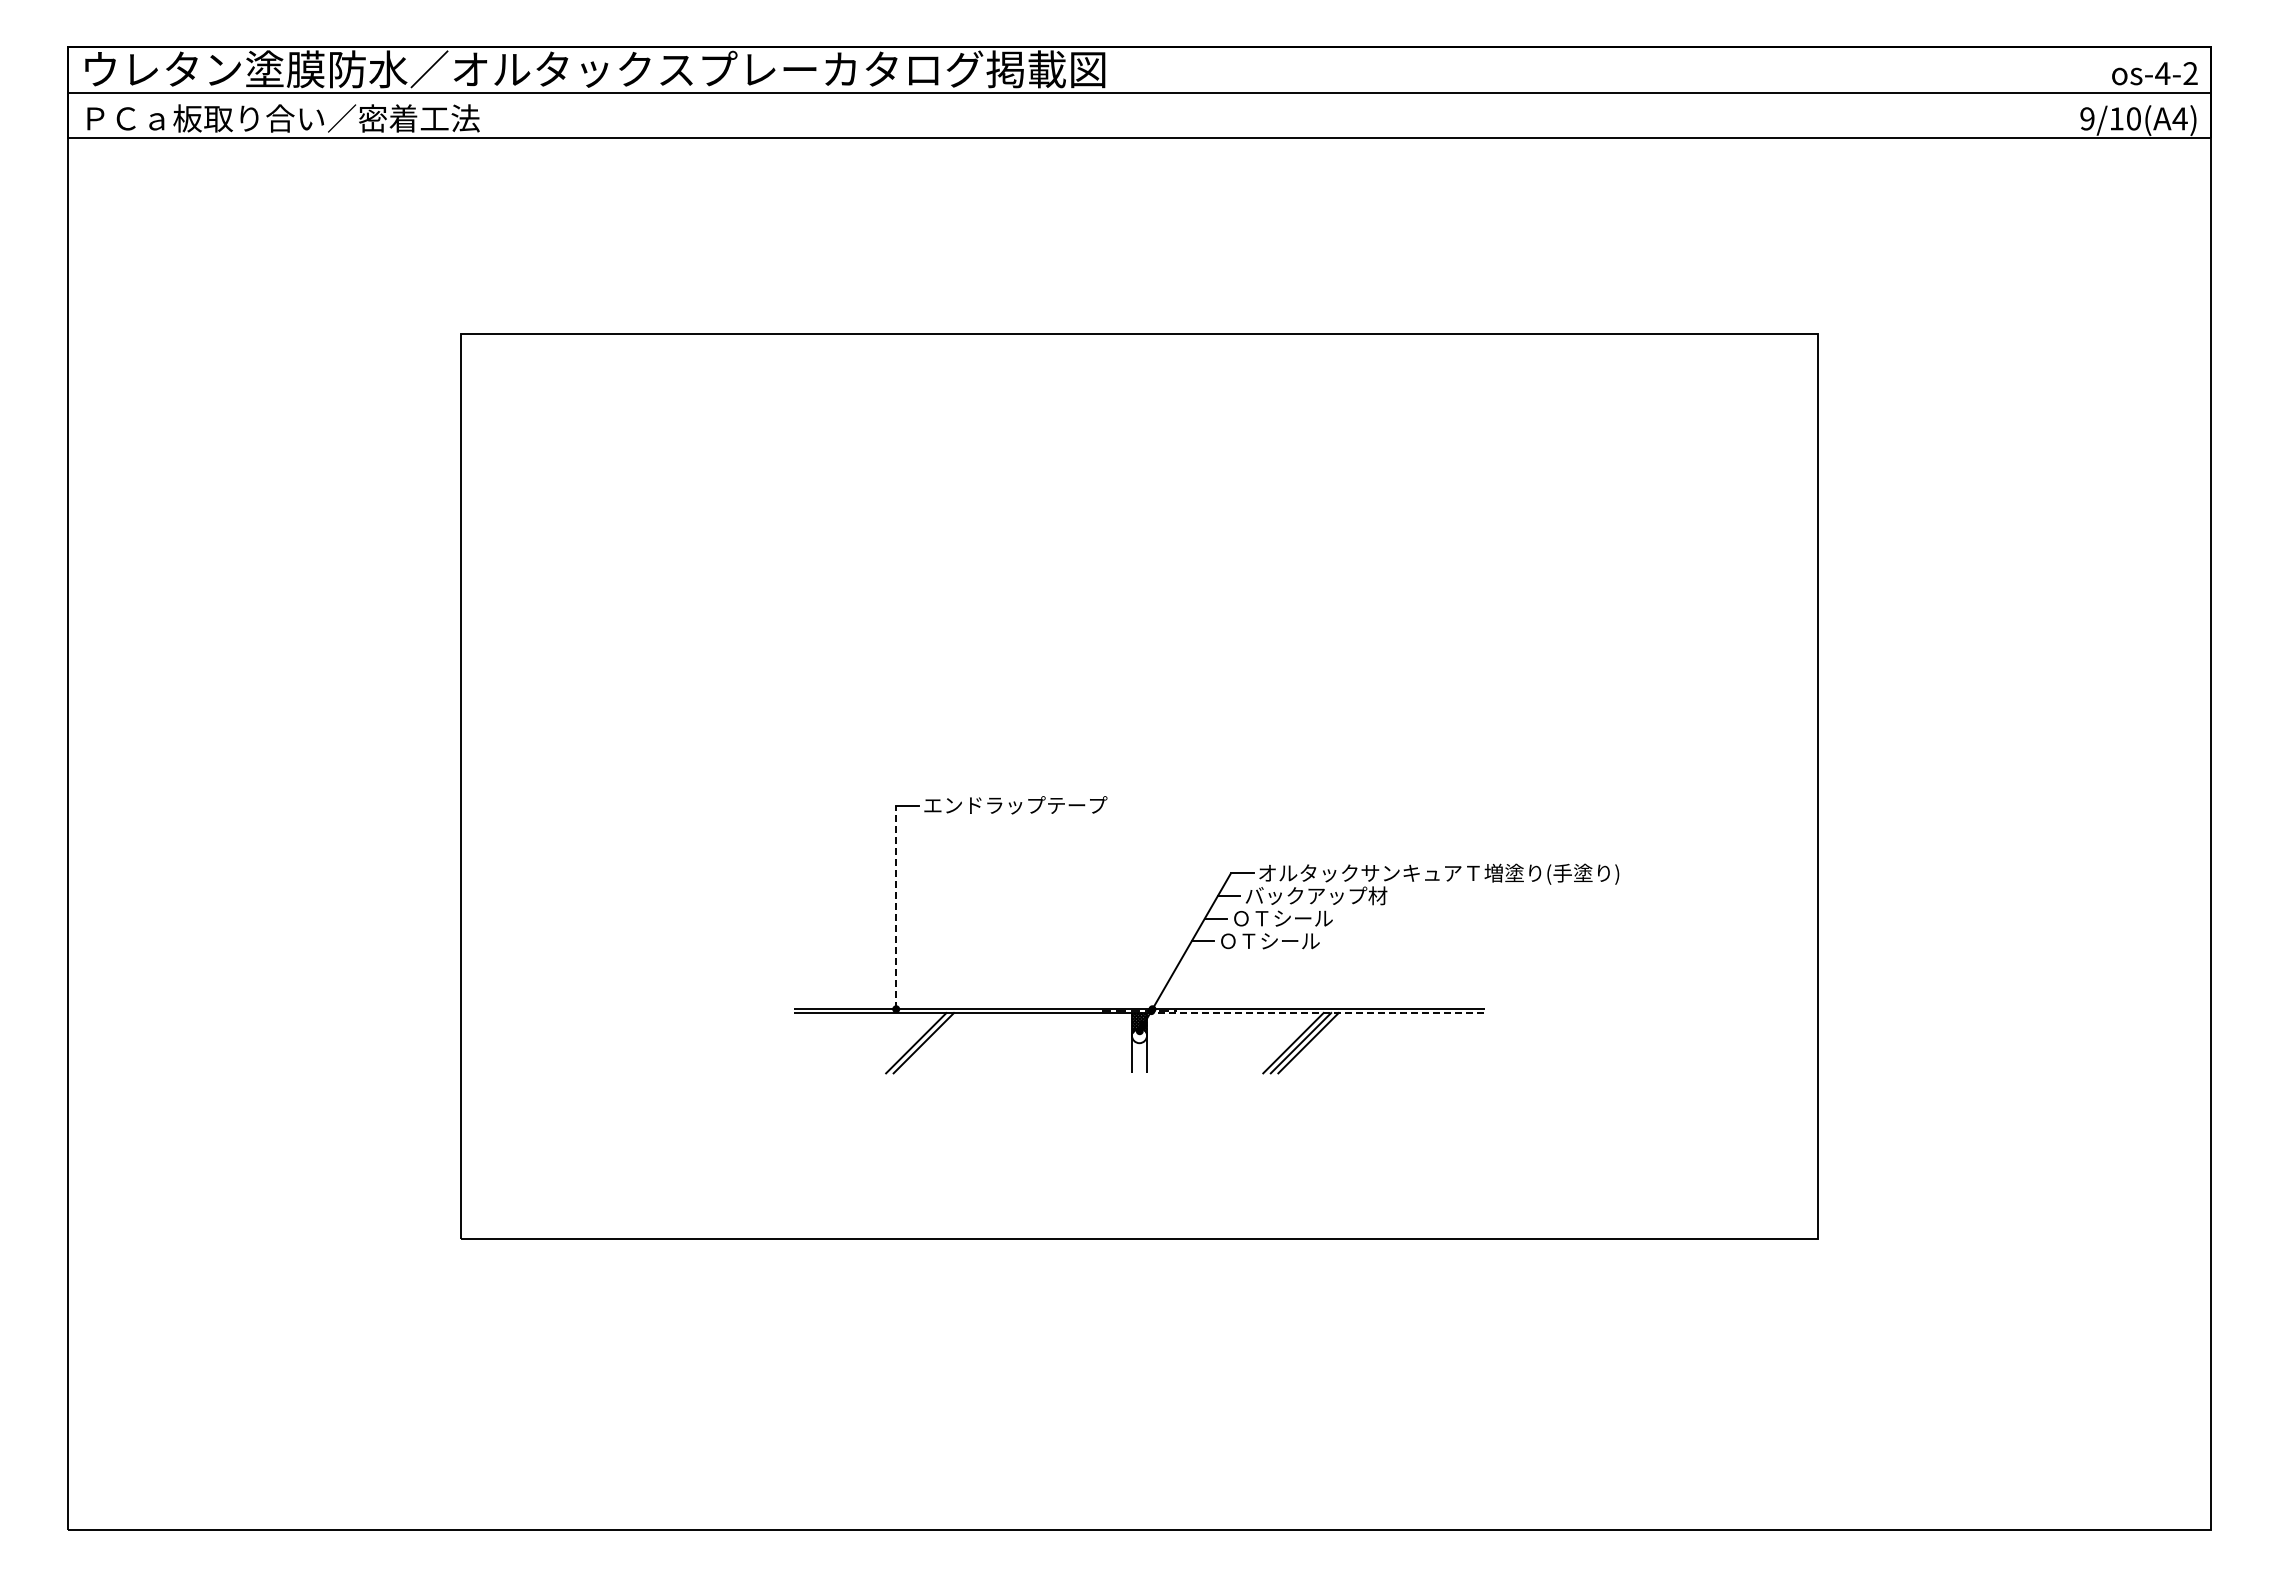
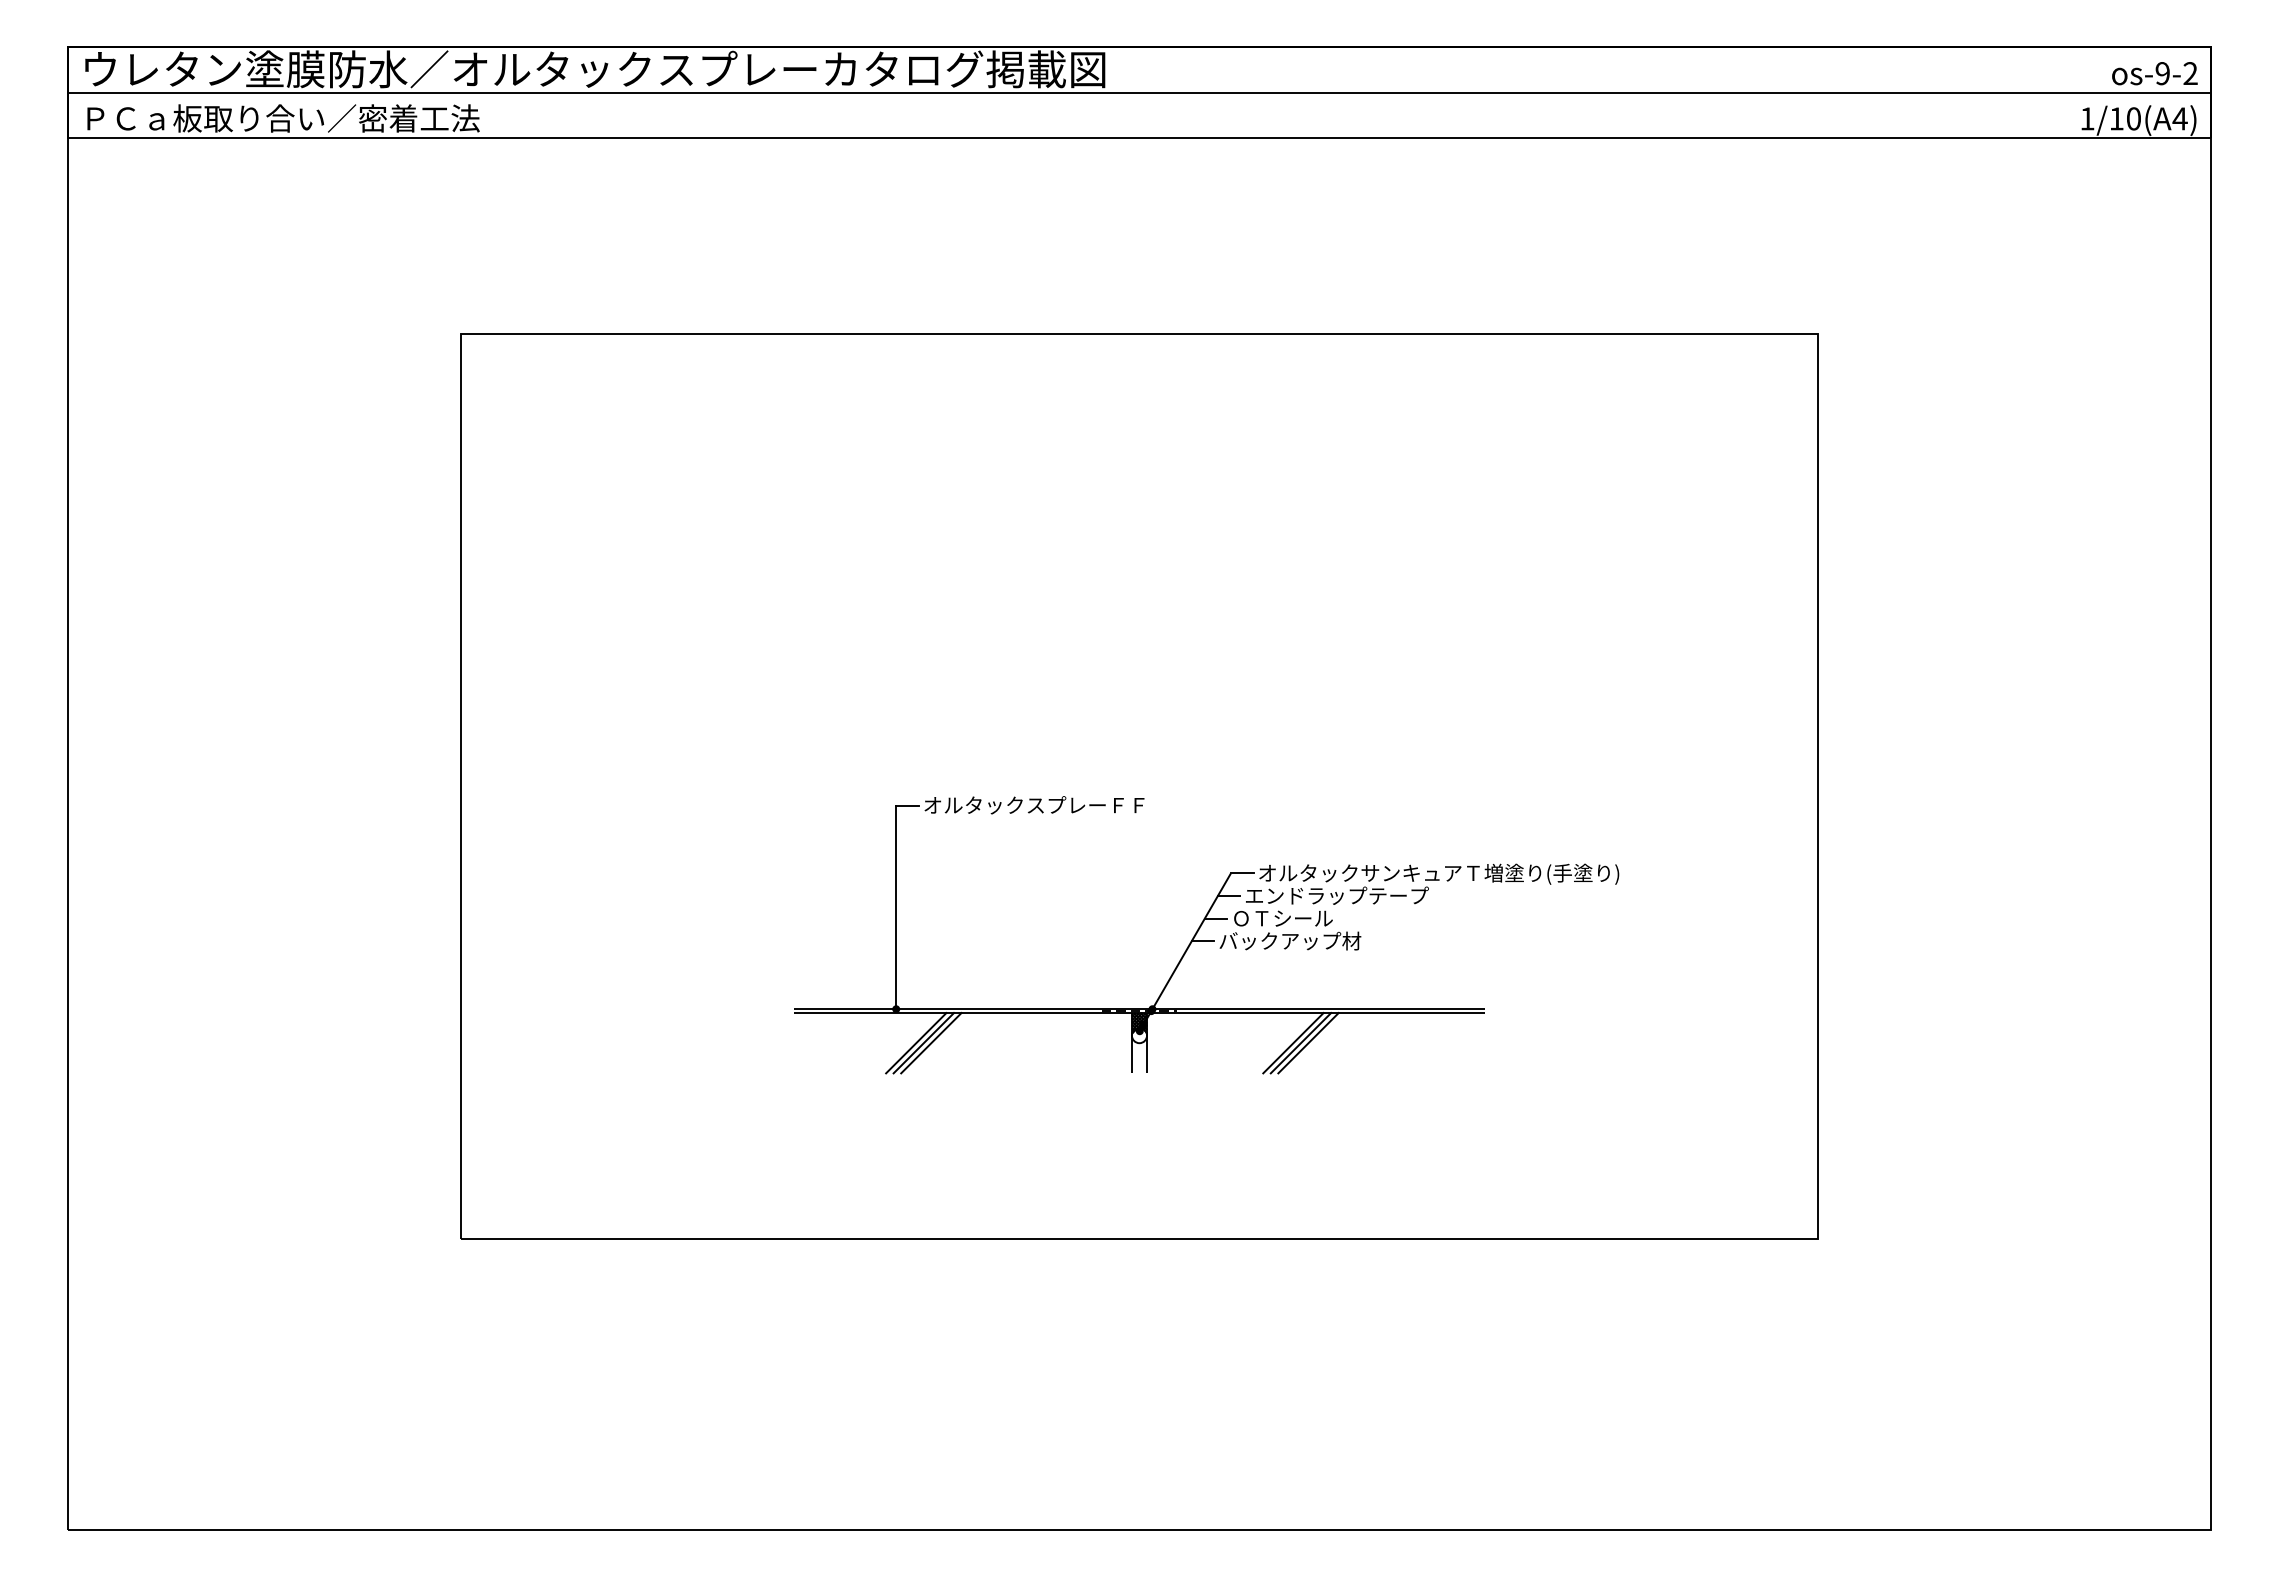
text at (2162, 73): os-4-2 -> os-9-2
text at (2087, 118): 9/10(A4) -> 1/10(A4)
text at (1034, 805): エンドラップテープ -> オルタックスプレーＦＦ
text at (1337, 895): バックアップ材 -> エンドラップテープ
line at (896, 907): dashed -> solid
text at (1290, 940): ＯＴシール -> バックアップ材
line at (1315, 1013): dashed -> solid
line at (931, 1043): none -> present
